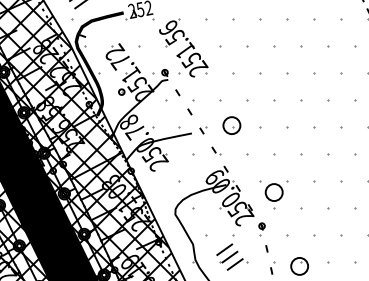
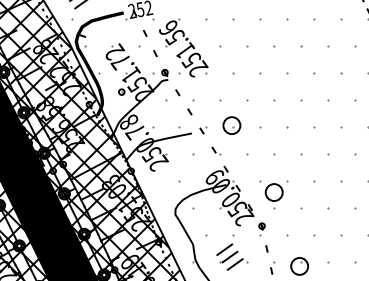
line at (144, 32): none -> present
line at (155, 53): none -> present
